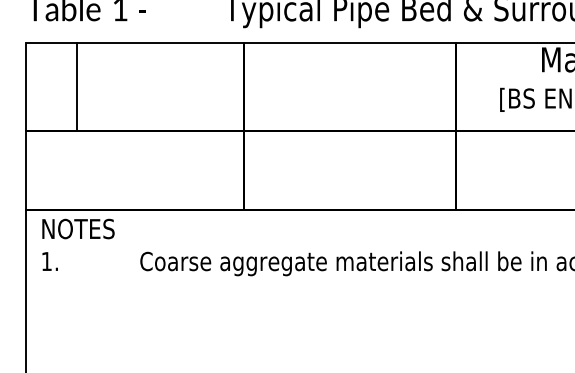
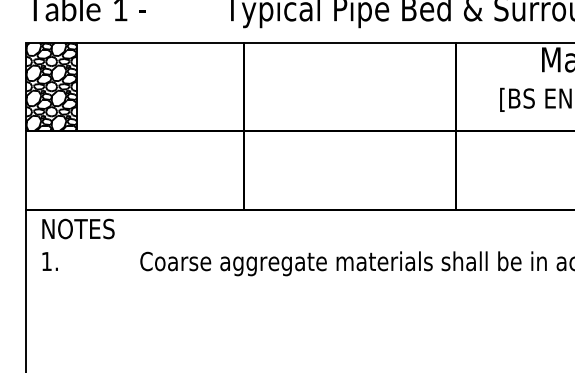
hatch at (51, 86): none -> present
